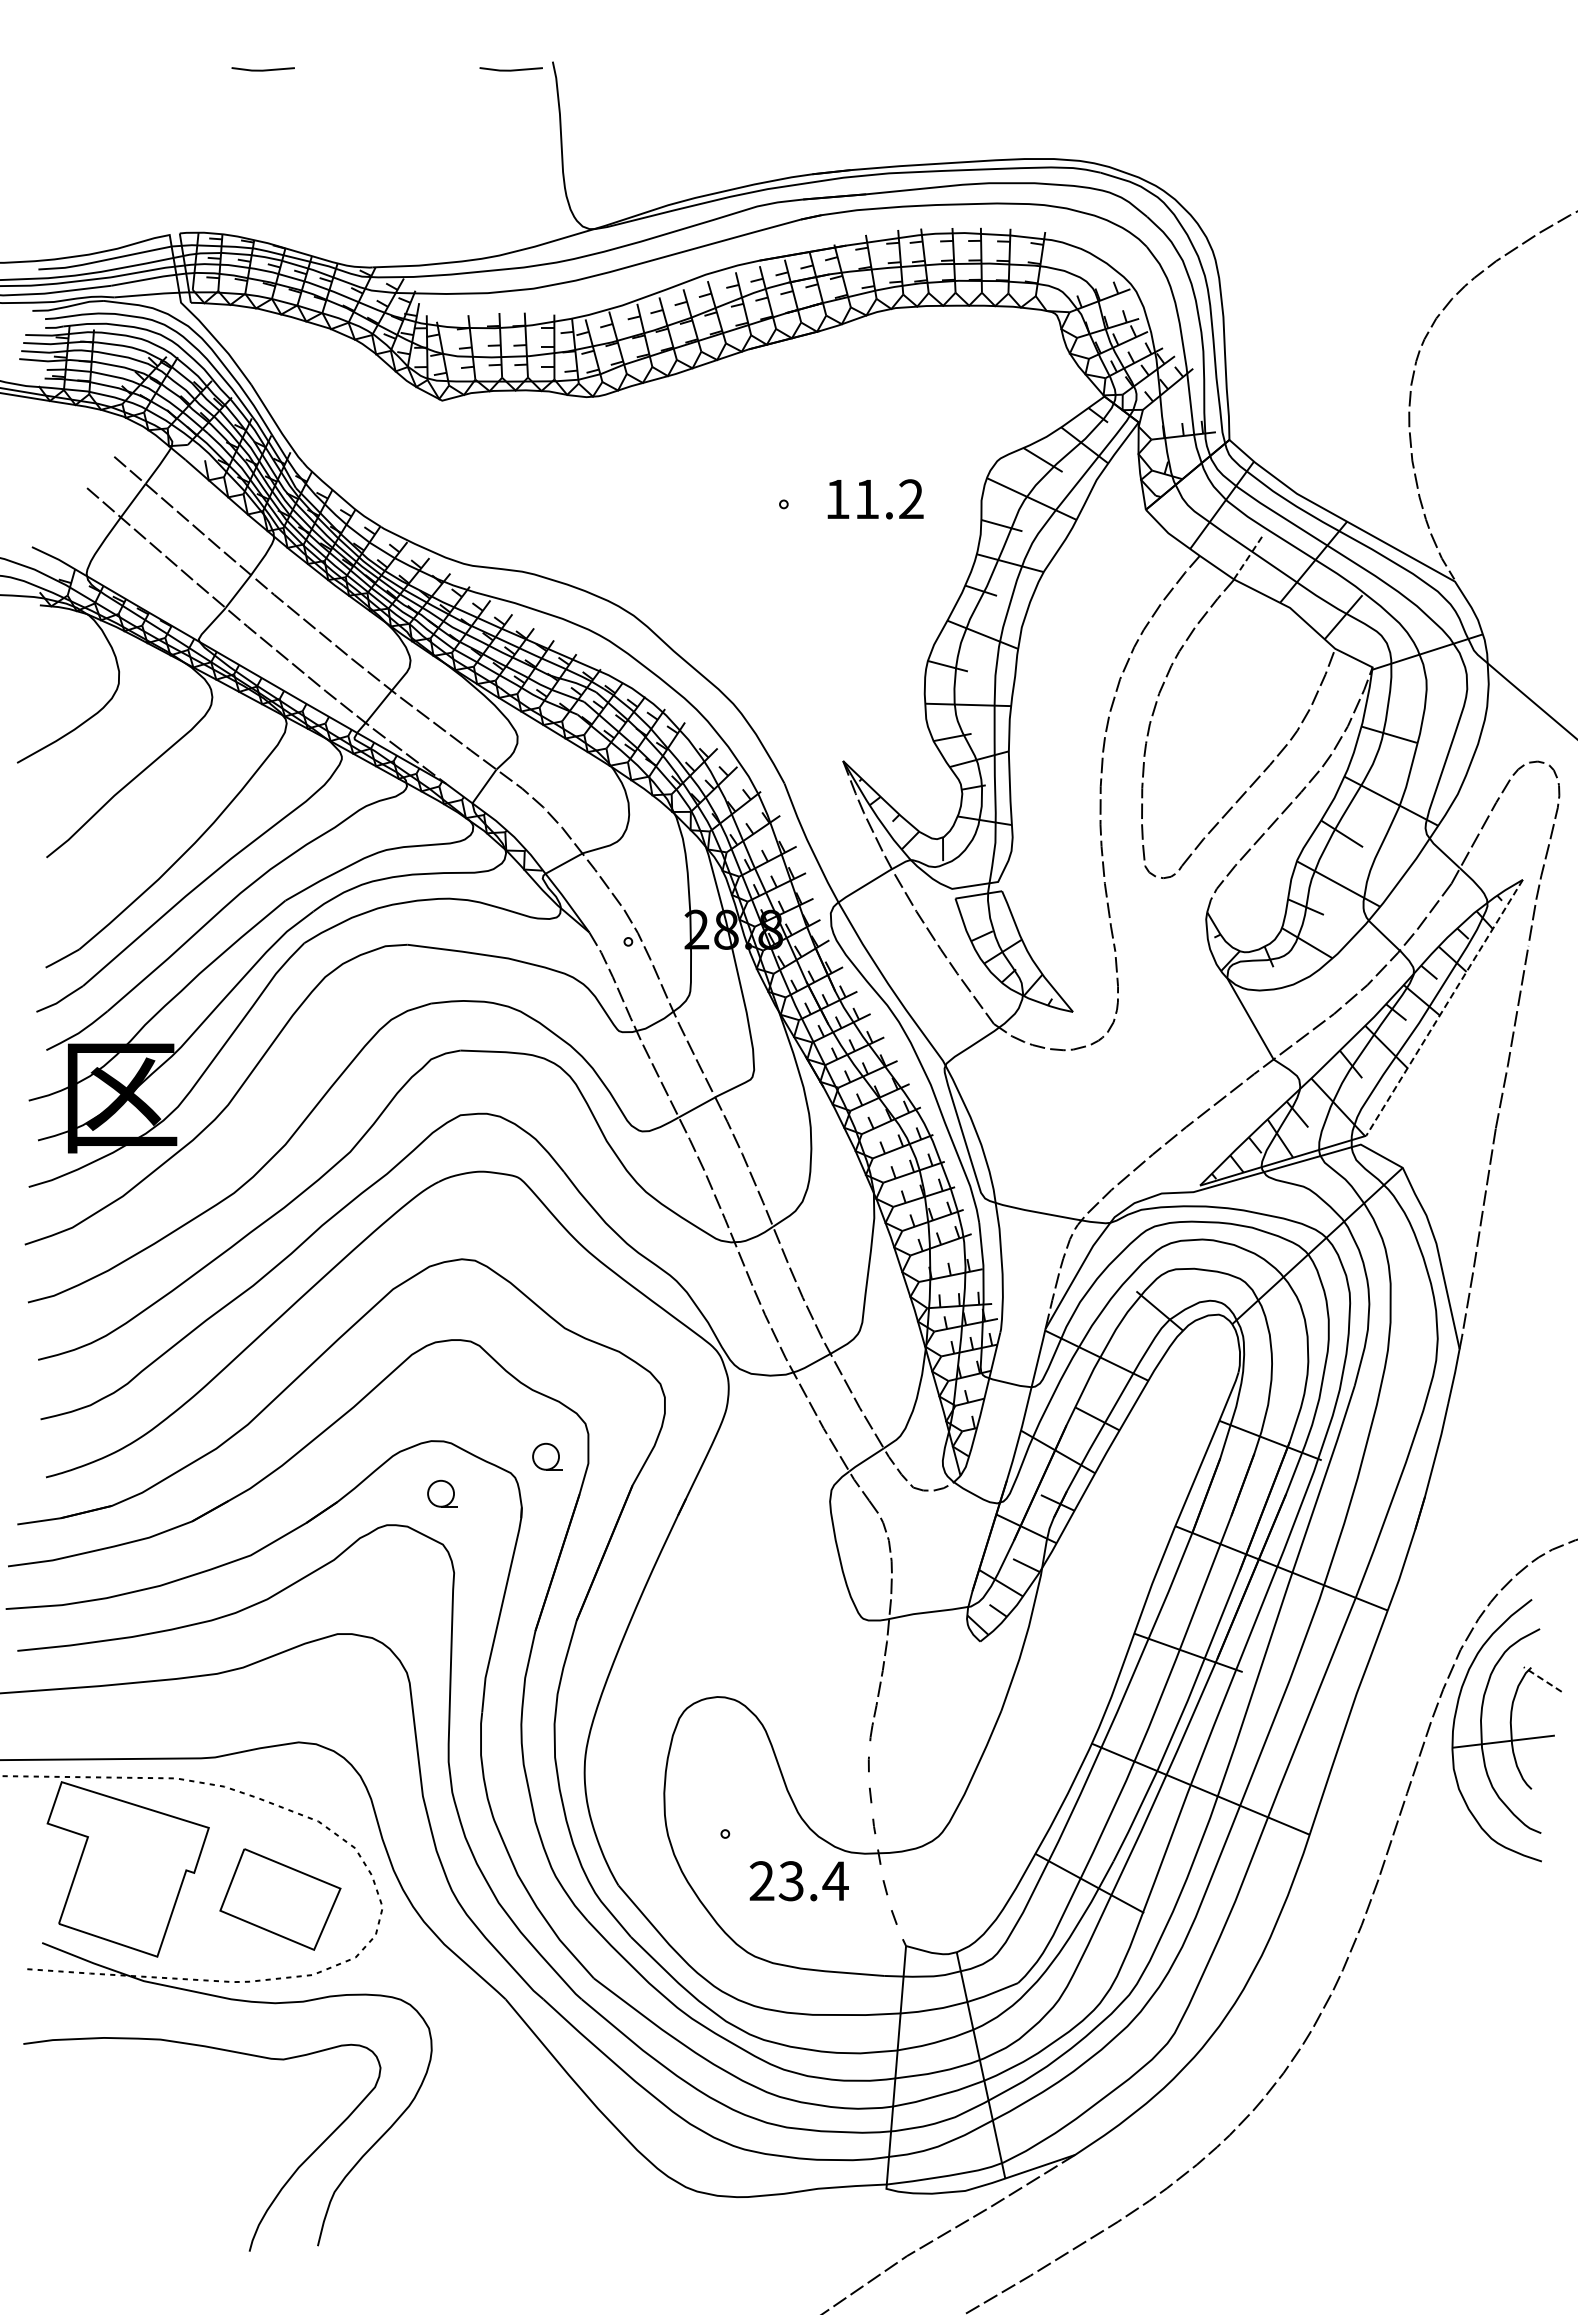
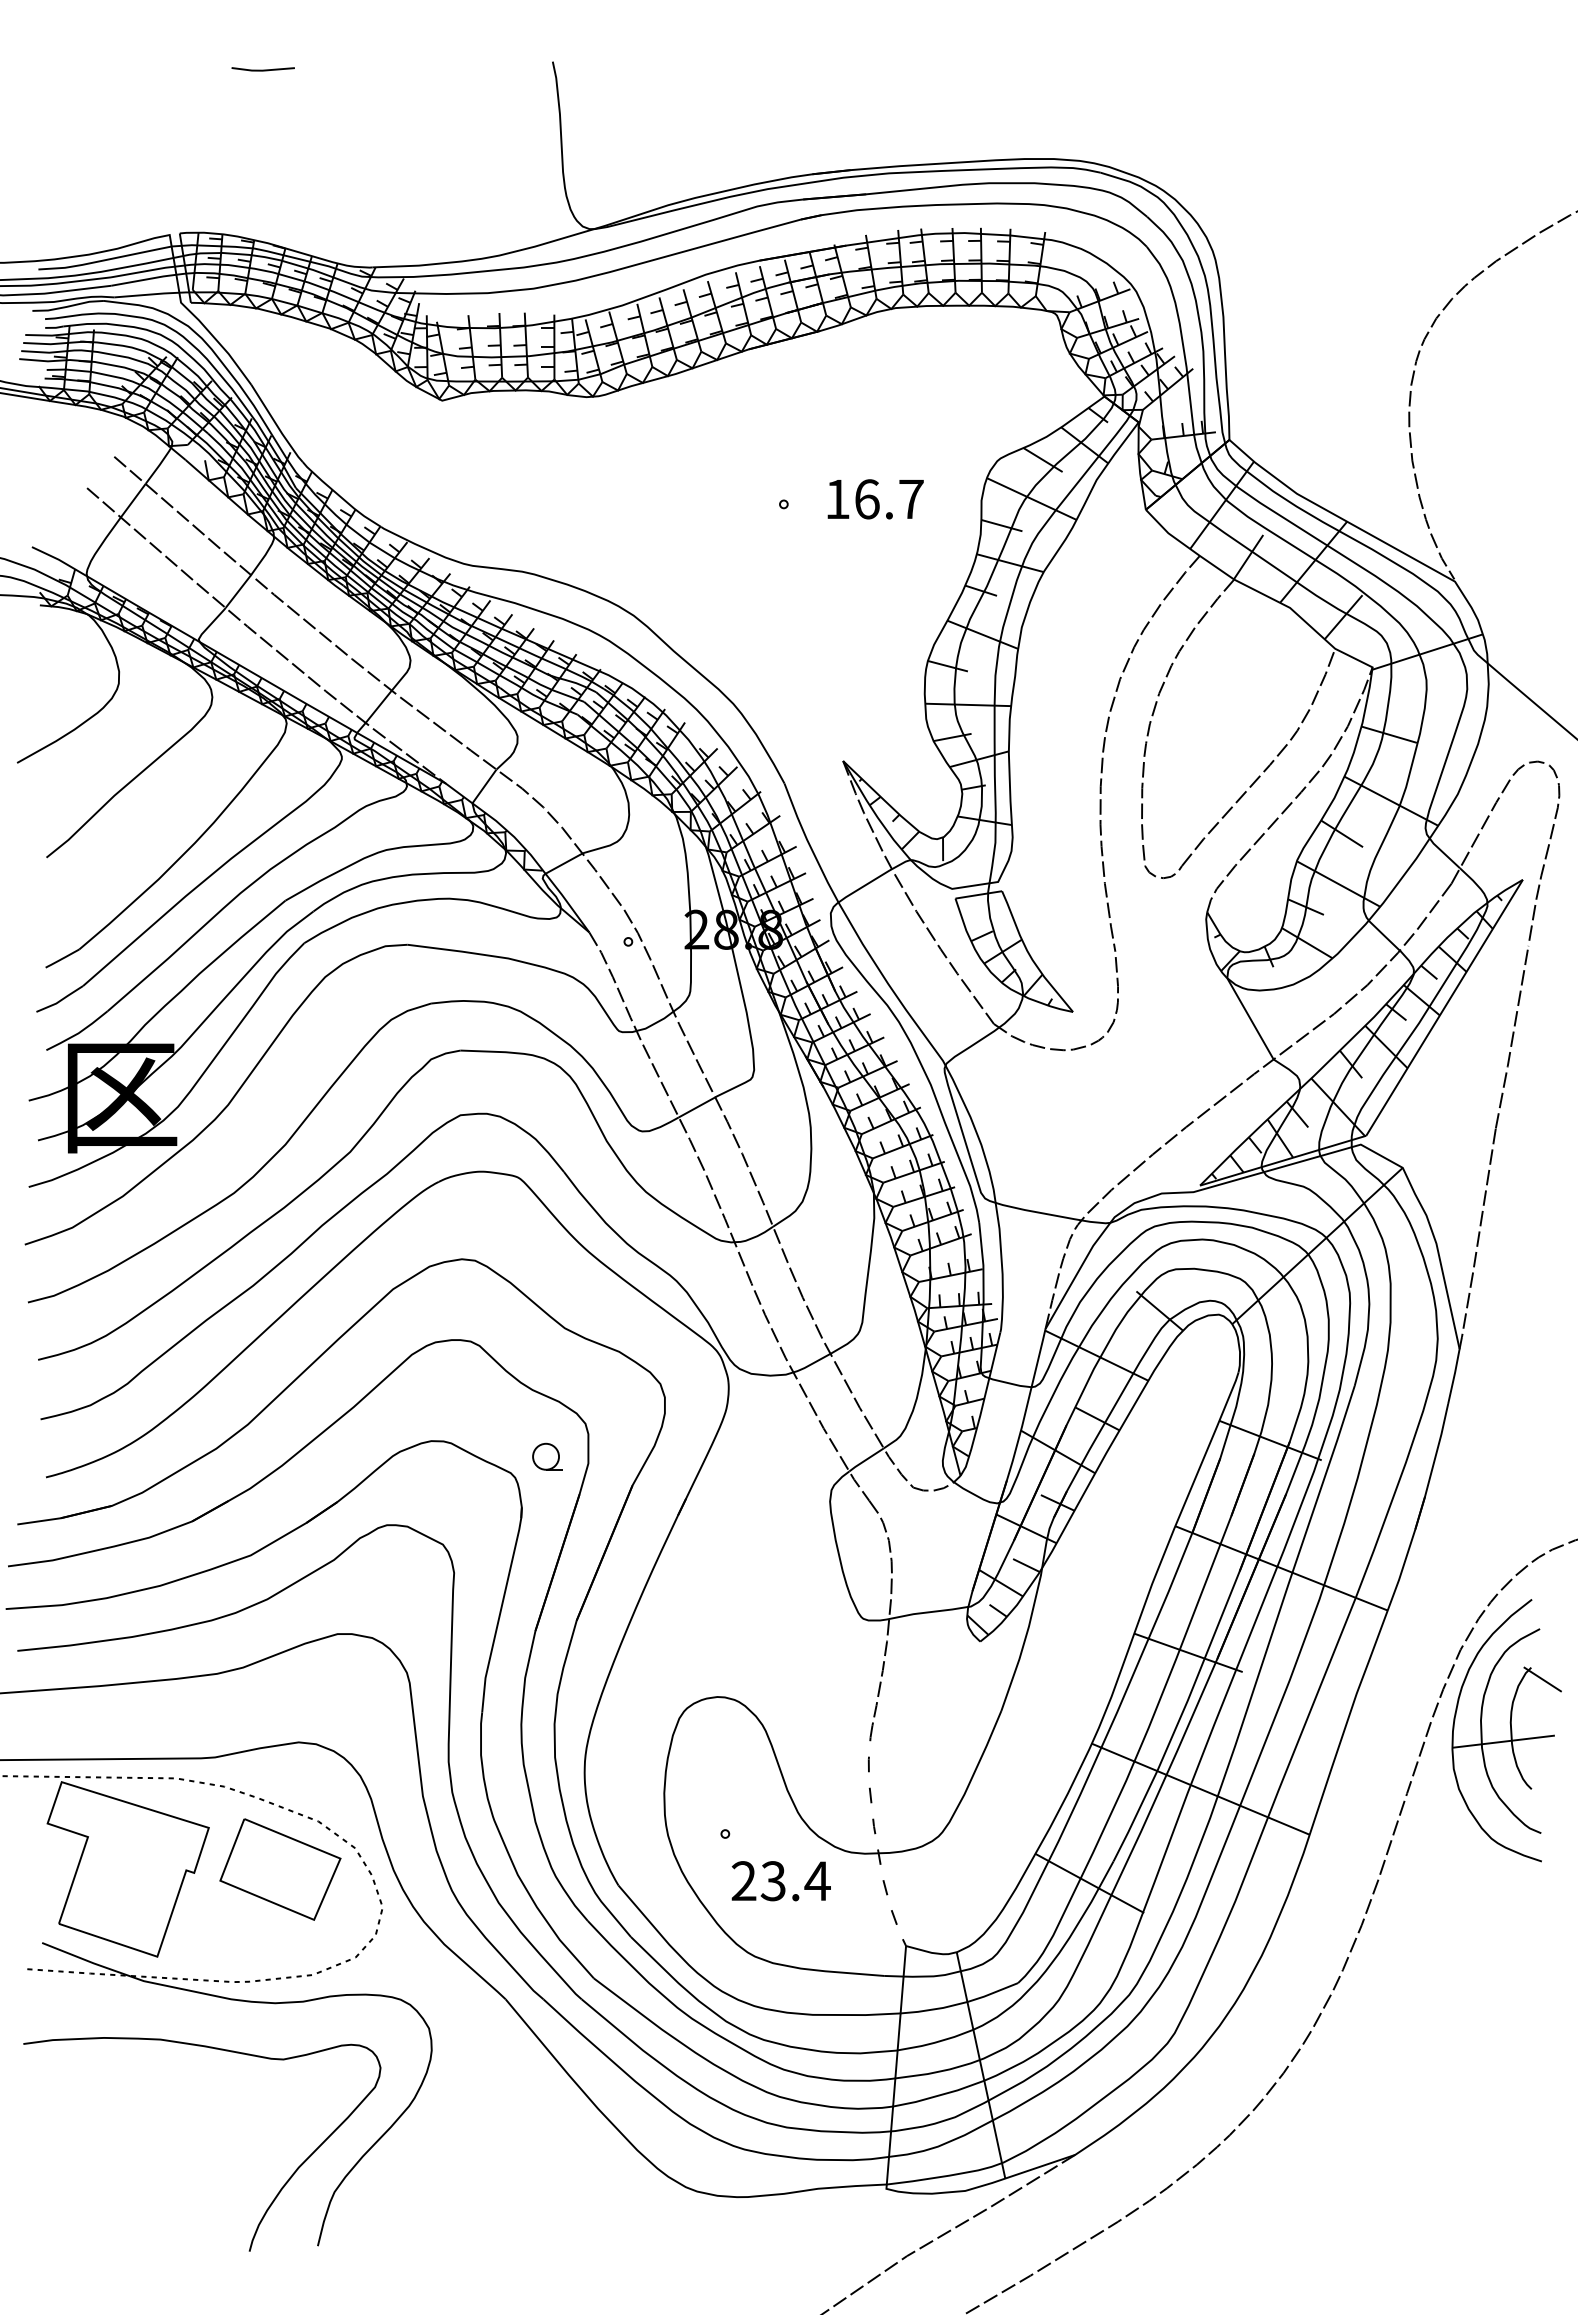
line at (510, 69): present -> none
text at (889, 499): 11.2 -> 16.7
line at (1248, 557): dashed -> solid
line at (1444, 1008): dashed -> solid
part at (442, 1493): present -> none
line at (1542, 1679): dashed -> solid
text at (798, 1881) position: (798, 1881) -> (780, 1881)
part at (280, 1899) position: (280, 1899) -> (280, 1869)
